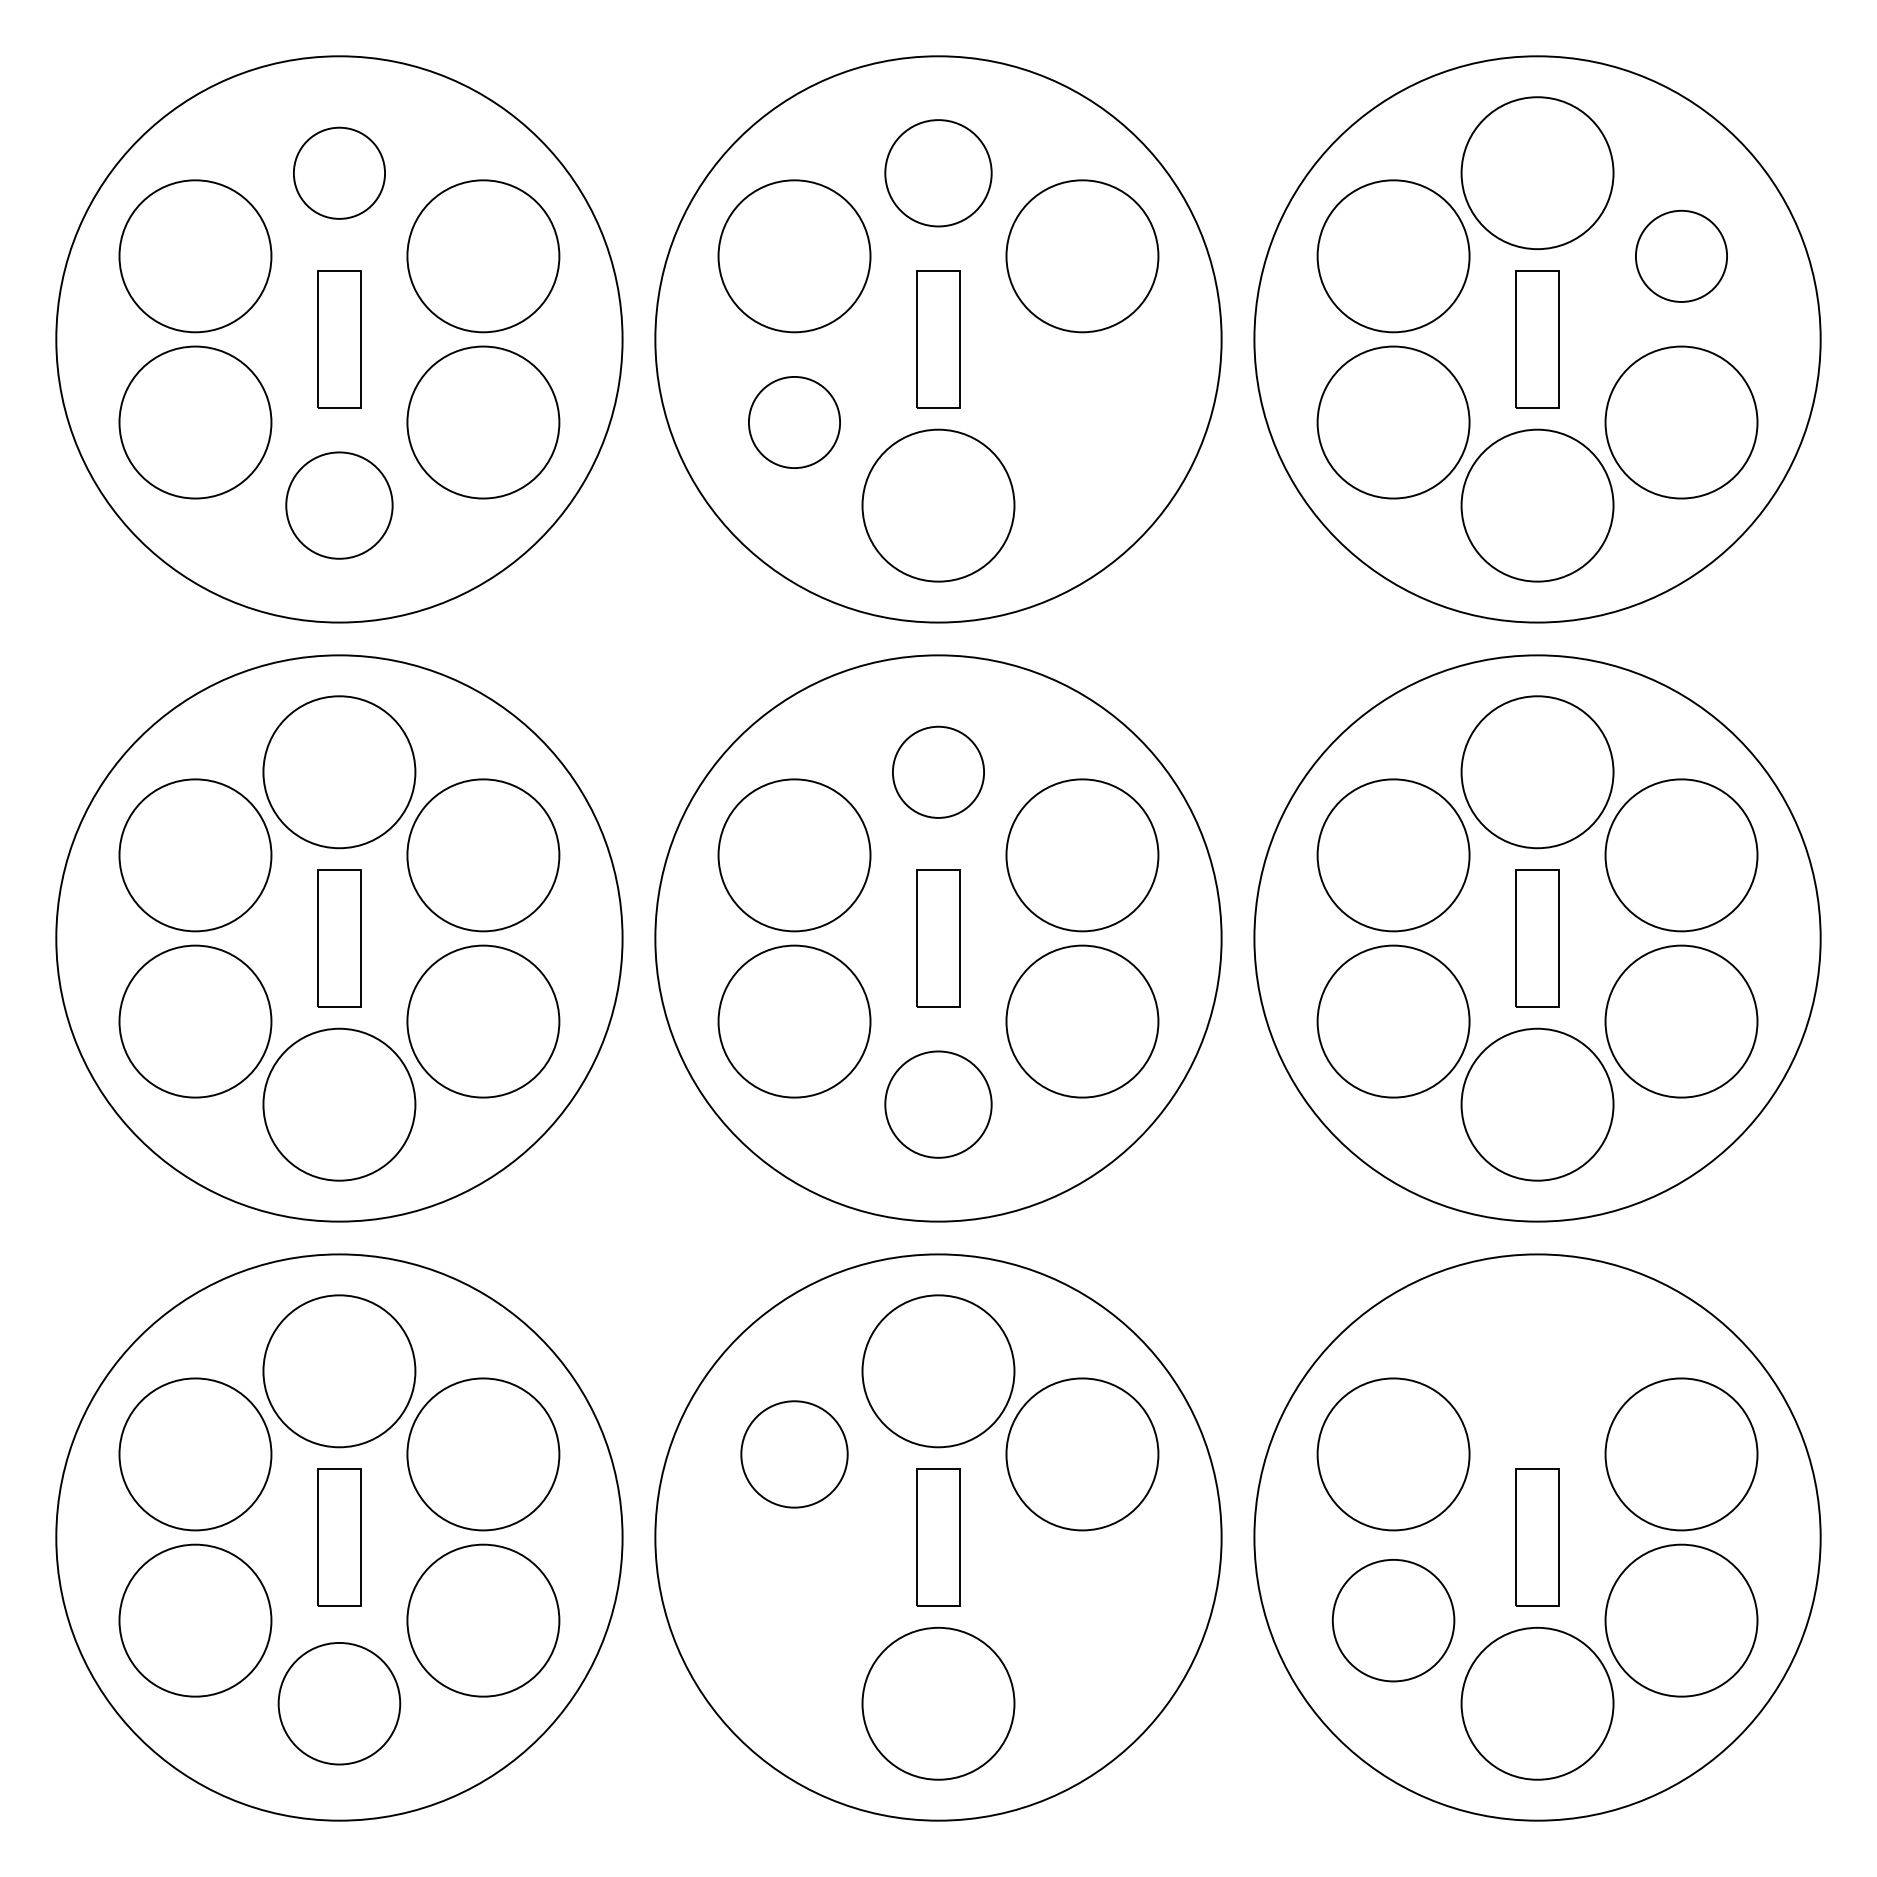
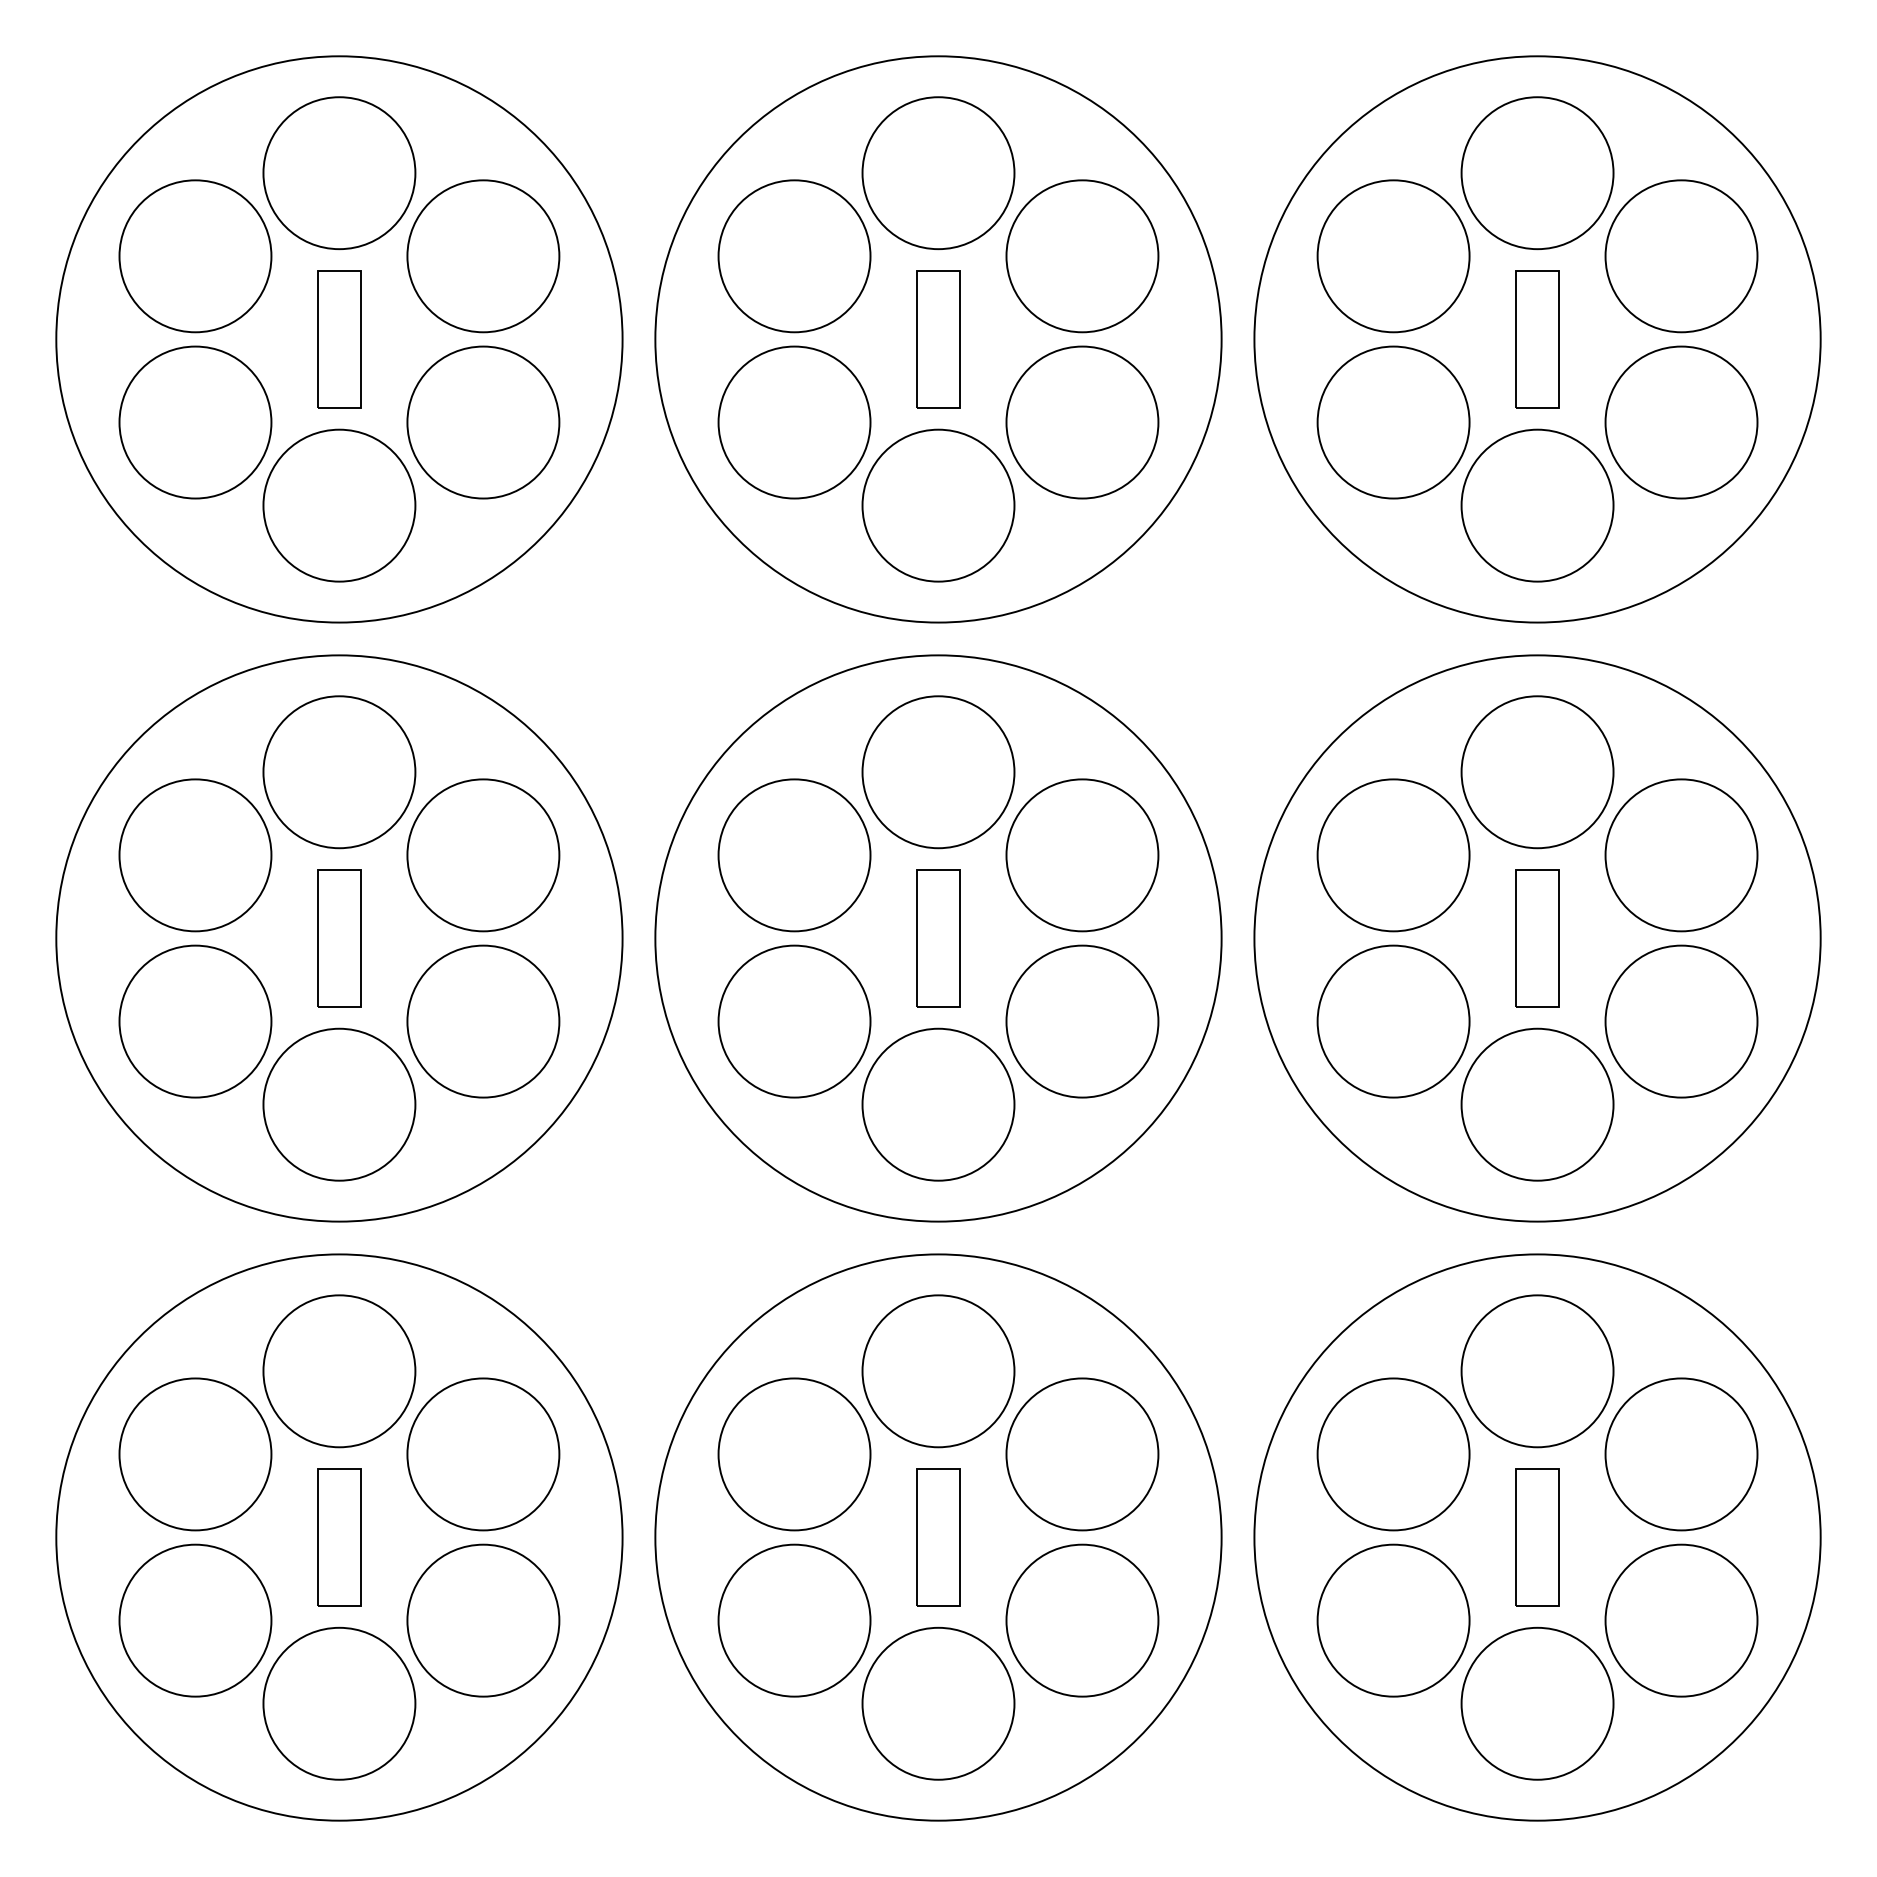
part at (339, 172) size: 93x94 px -> 155x155 px
part at (938, 173) size: 109x109 px -> 155x155 px
part at (1681, 255) size: 93x94 px -> 155x155 px
part at (794, 422) size: 93x93 px -> 155x155 px
part at (1082, 422): none -> present
part at (339, 505) size: 109x109 px -> 155x155 px
part at (938, 771) size: 93x94 px -> 155x155 px
part at (938, 1104) size: 109x109 px -> 155x155 px
part at (1537, 1371): none -> present
part at (794, 1454) size: 109x109 px -> 155x155 px
part at (794, 1620): none -> present
part at (1082, 1620): none -> present
part at (1393, 1620) size: 125x124 px -> 155x155 px
part at (339, 1703) size: 125x124 px -> 155x155 px
